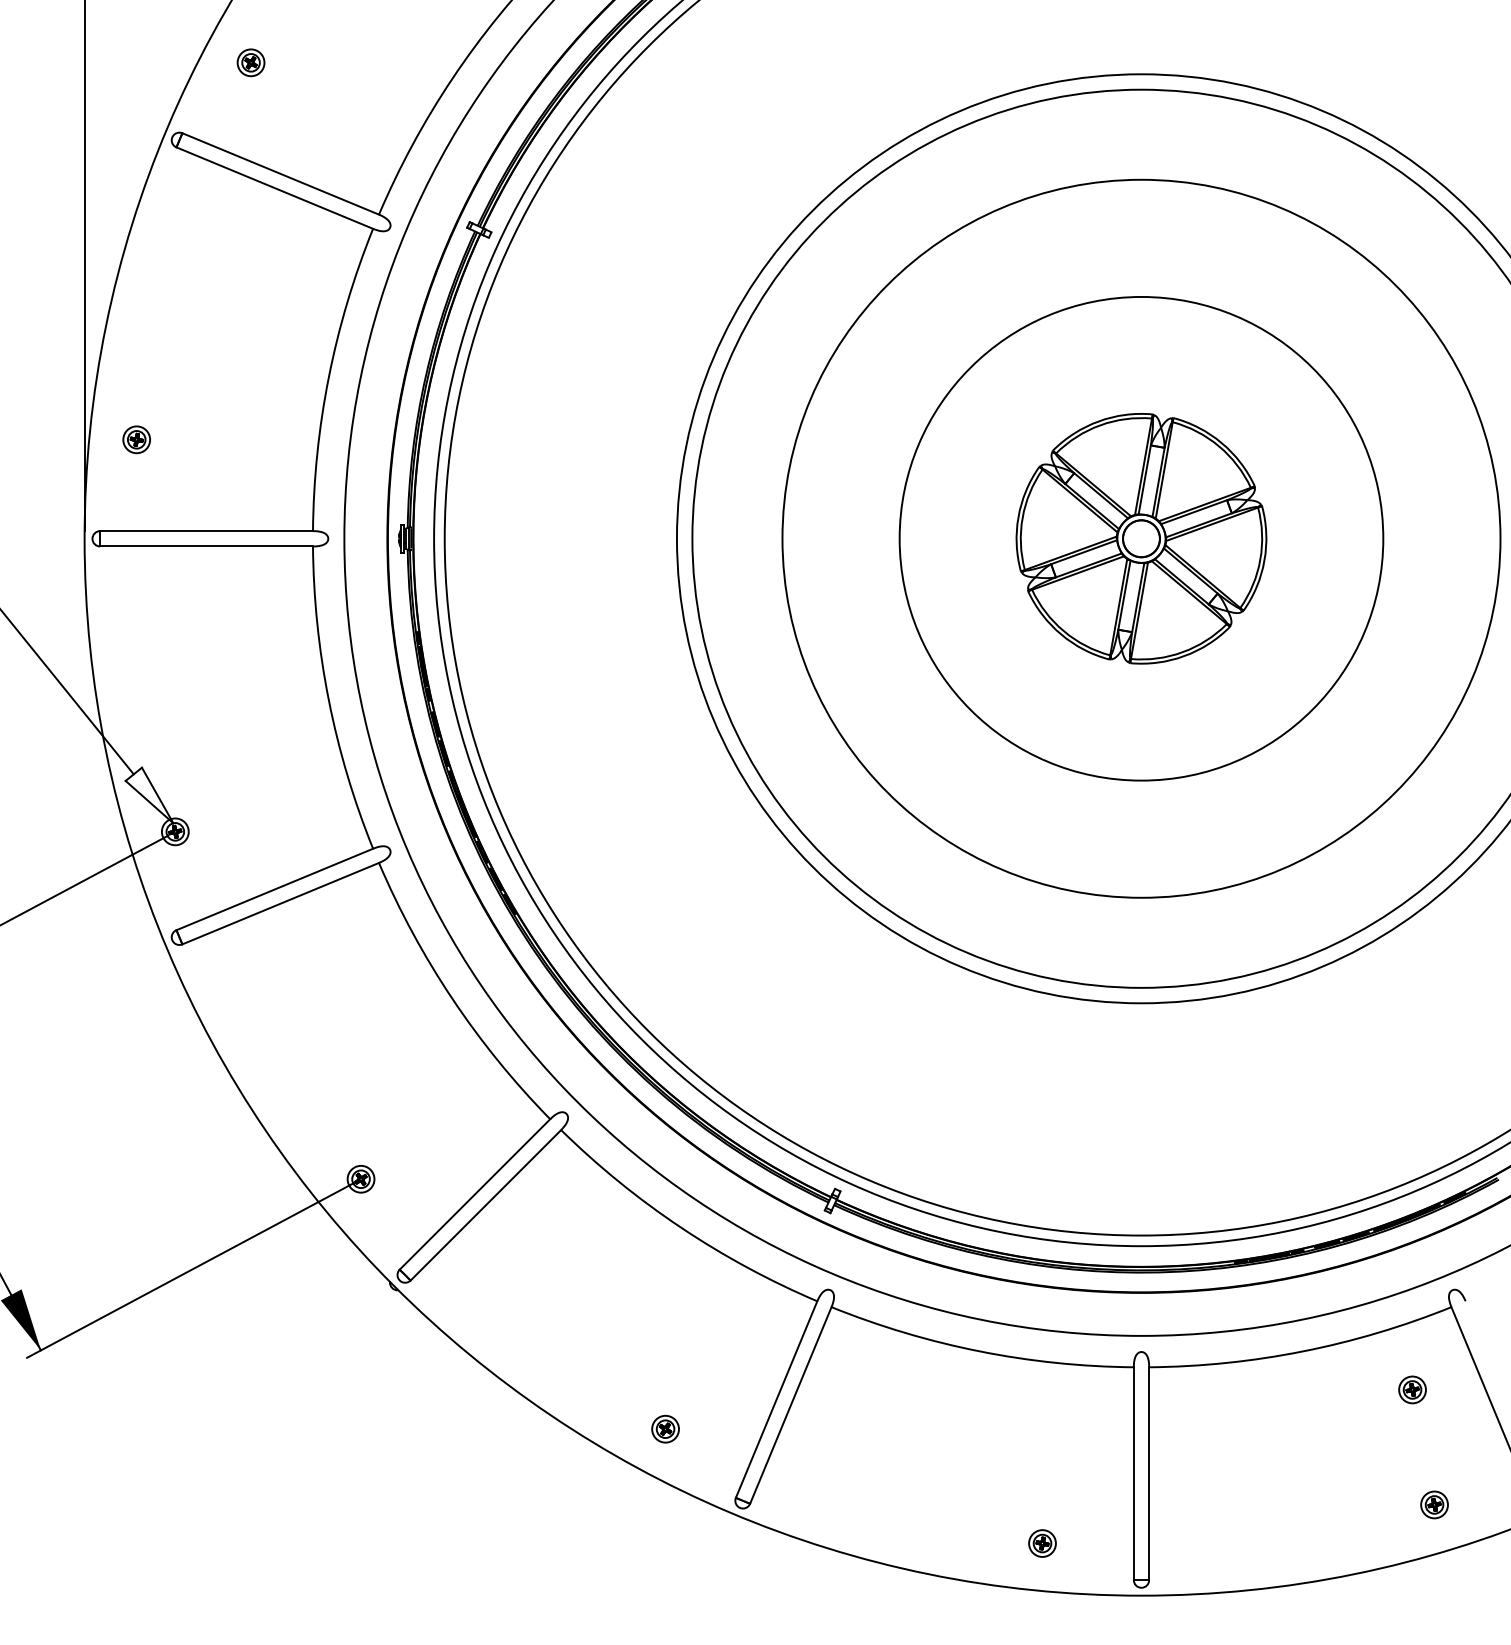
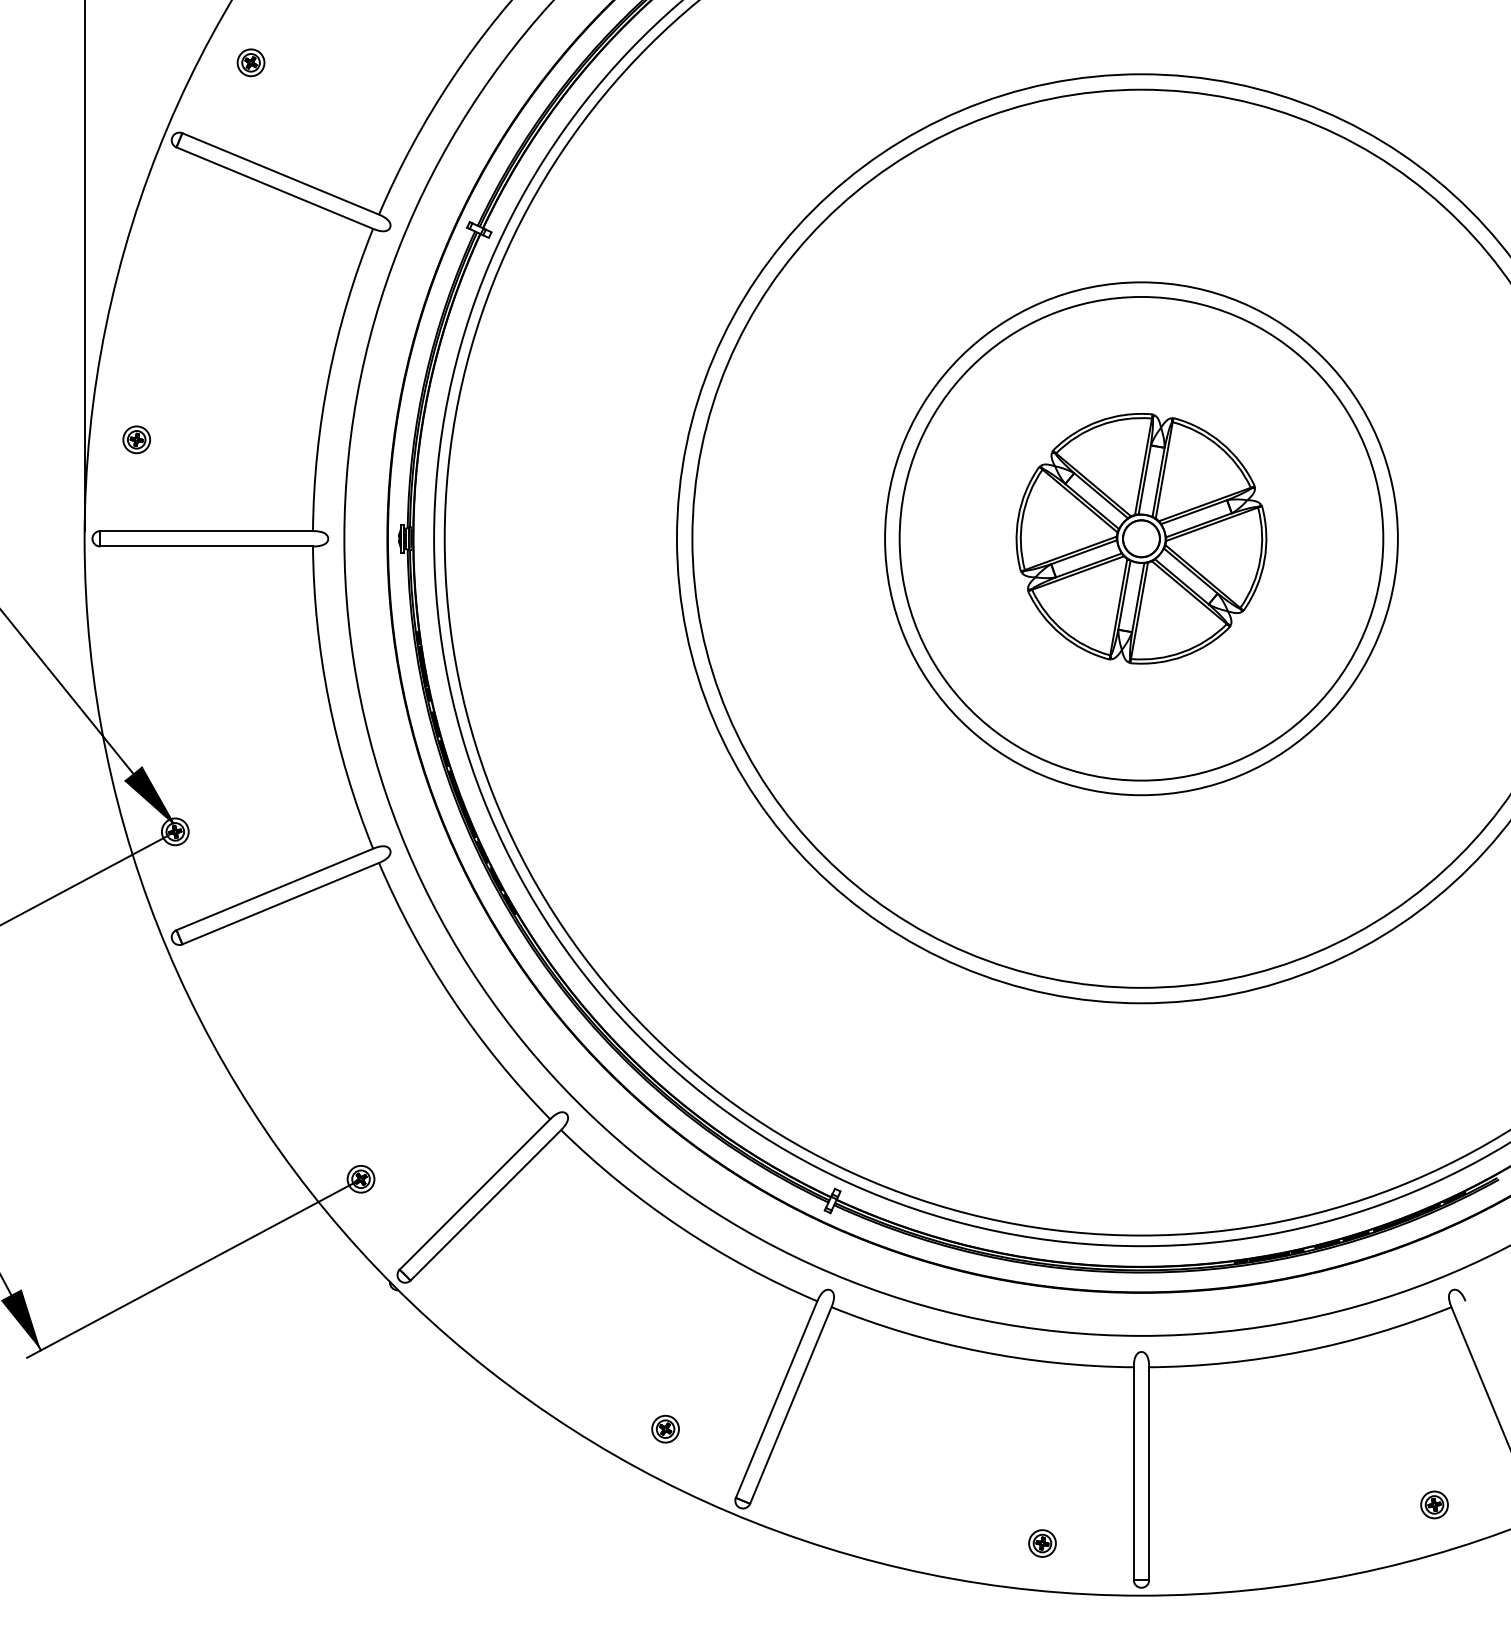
circle at (1141, 538) diameter: 718 px -> 513 px
fill at (149, 795): none -> present
part at (1412, 1389): present -> none
